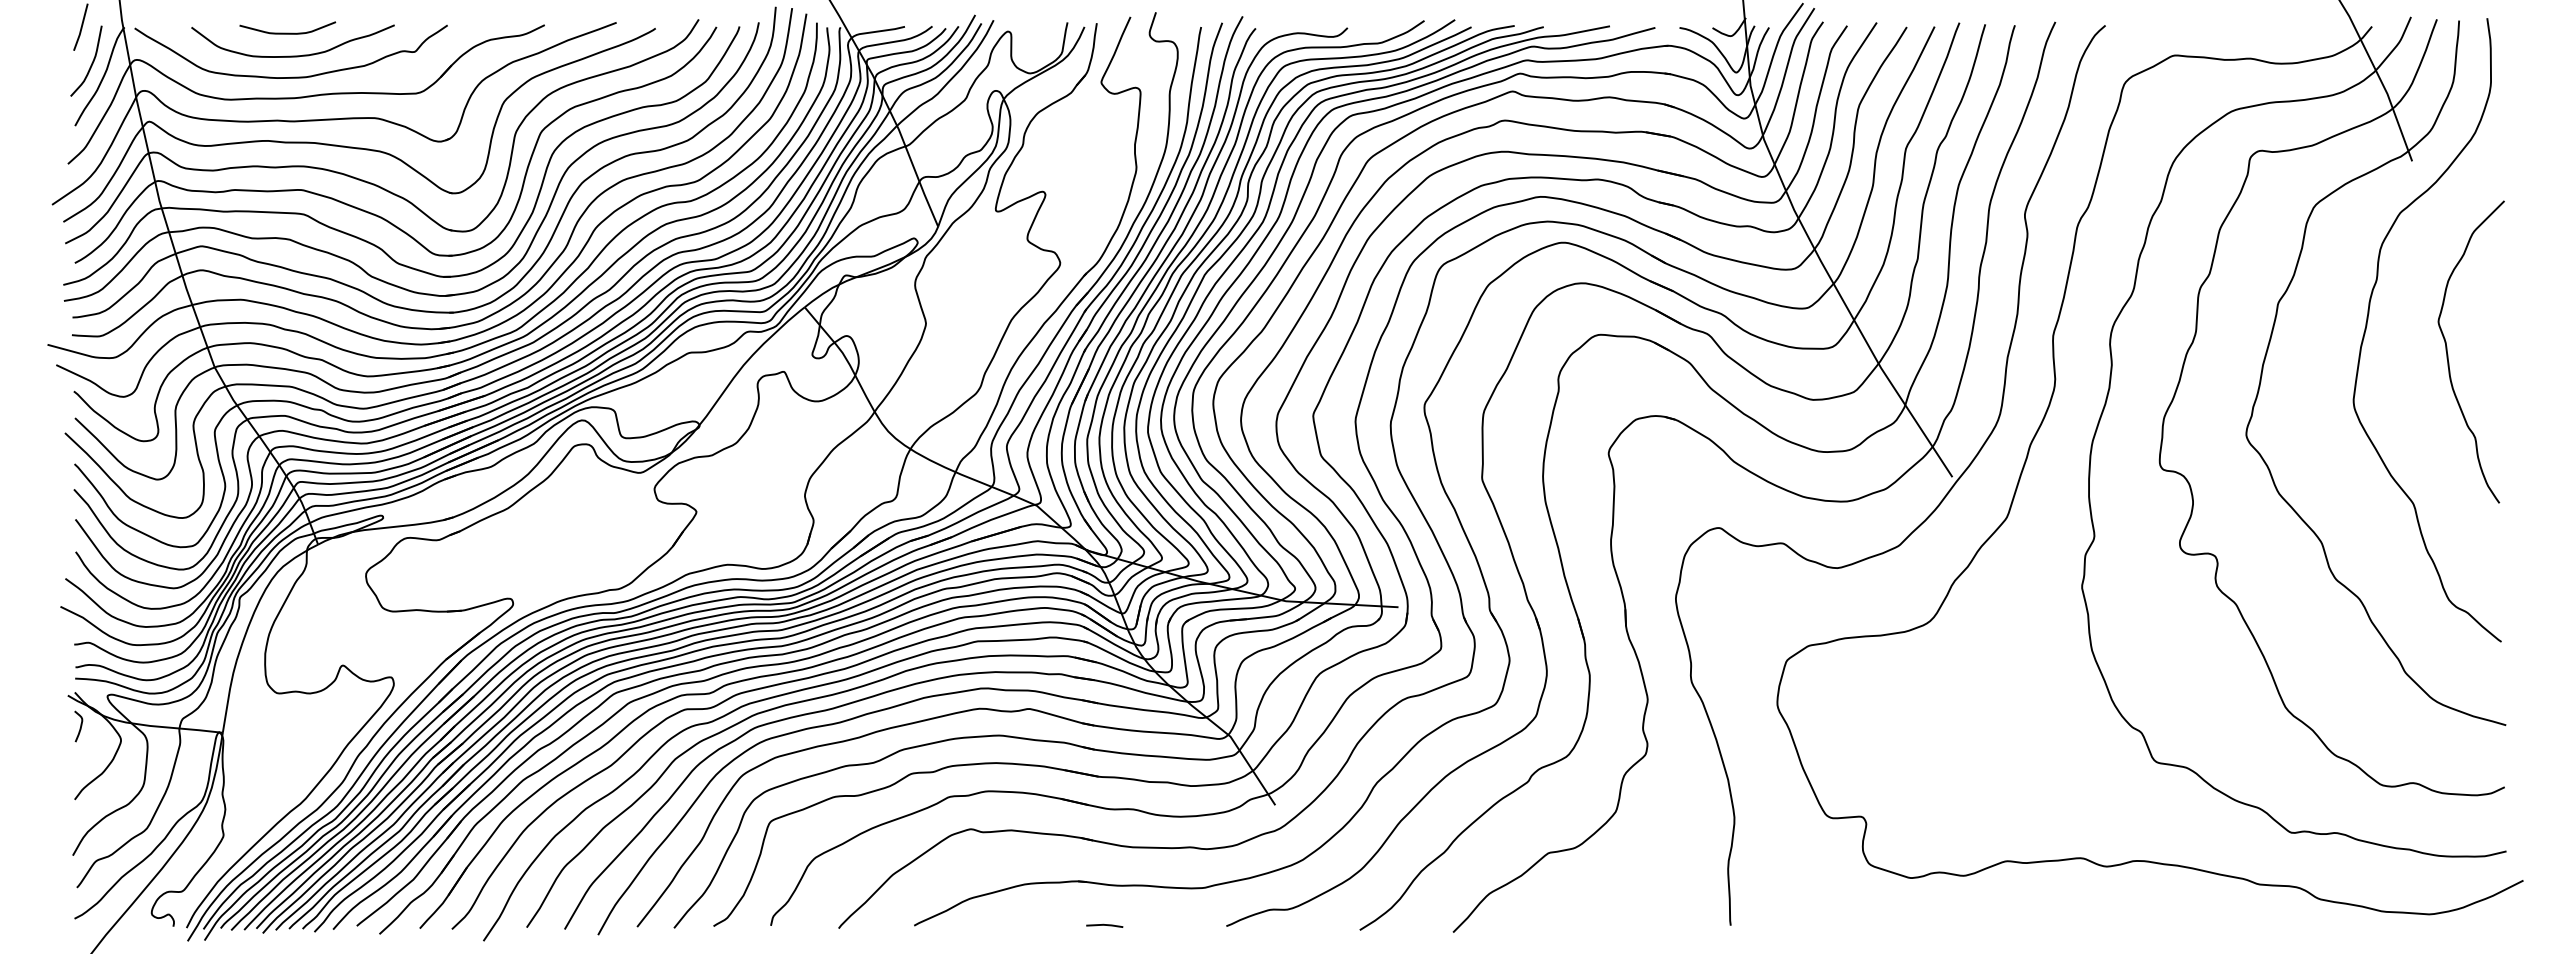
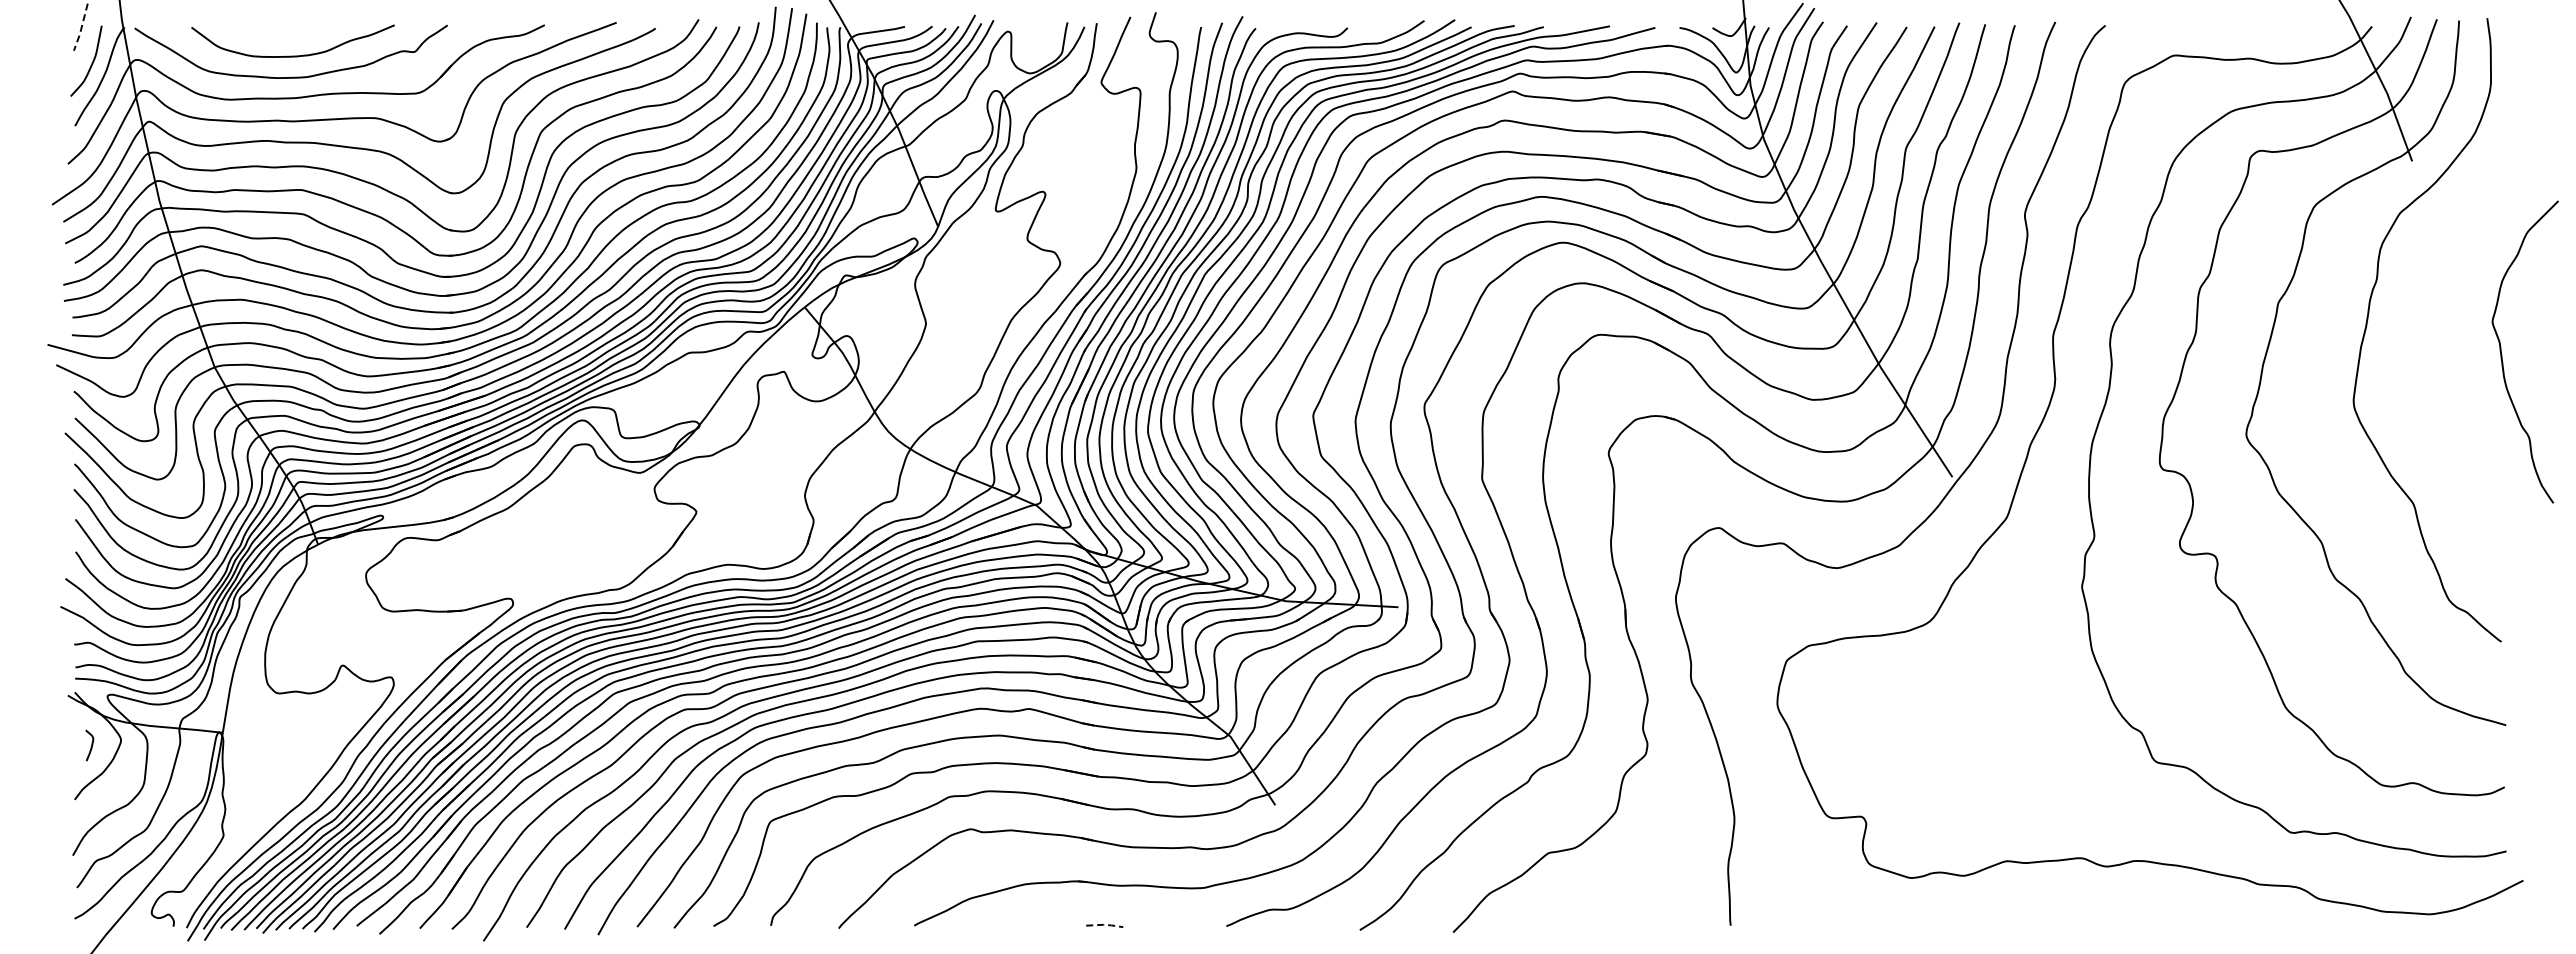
line at (81, 28): solid -> dashed
curve at (287, 32): present -> none
curve at (2448, 354) position: (2448, 354) -> (2502, 354)
curve at (80, 726) position: (80, 726) -> (91, 745)
line at (1105, 924): solid -> dashed
